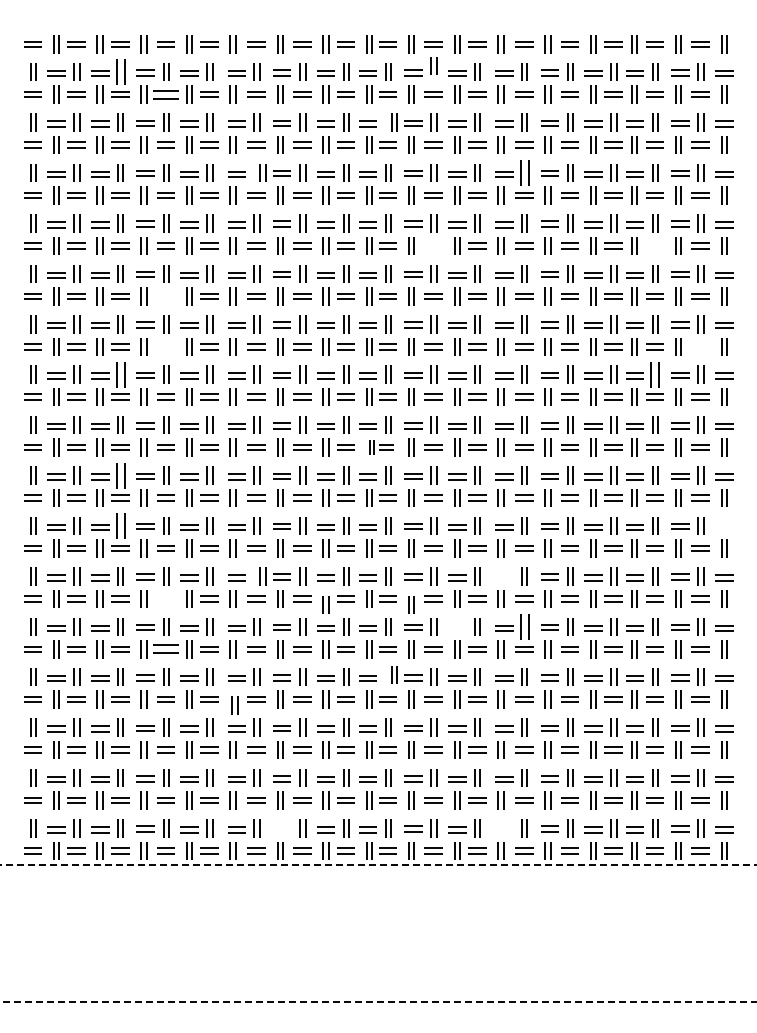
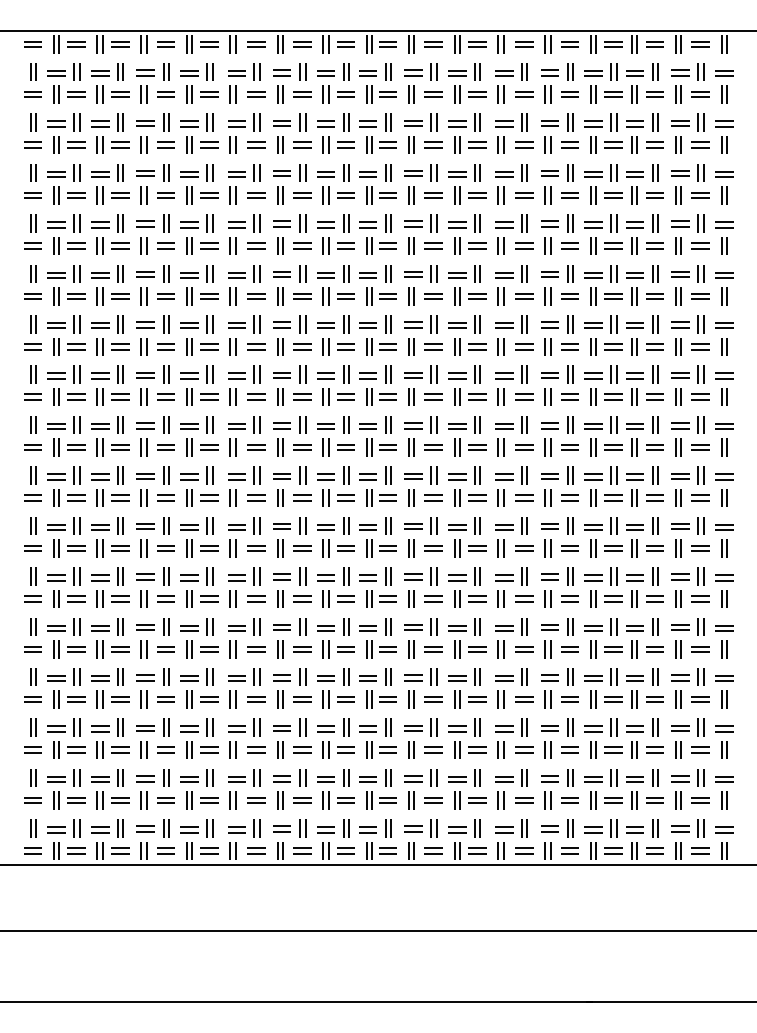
line at (377, 30): none -> present
part at (433, 65) position: (433, 65) -> (433, 71)
part at (120, 71) size: 10x26 px -> 7x18 px
part at (165, 94) size: 26x10 px -> 18x7 px
part at (394, 122) position: (394, 122) -> (388, 122)
part at (262, 172) position: (262, 172) -> (256, 172)
part at (524, 172) size: 10x26 px -> 7x18 px
part at (433, 245): none -> present
part at (654, 245): none -> present
part at (165, 296): none -> present
part at (165, 346): none -> present
part at (700, 346): none -> present
part at (120, 374) size: 10x26 px -> 7x19 px
part at (654, 374) size: 10x26 px -> 7x19 px
part at (381, 447) size: 25x15 px -> 31x19 px
part at (120, 475) size: 10x26 px -> 7x19 px
part at (120, 525) size: 10x26 px -> 7x18 px
part at (724, 527): none -> present
part at (262, 576) position: (262, 576) -> (256, 576)
part at (504, 577): none -> present
part at (165, 598): none -> present
part at (325, 604) position: (325, 604) -> (325, 598)
part at (411, 604) position: (411, 604) -> (411, 598)
part at (524, 626) size: 10x26 px -> 7x18 px
part at (457, 628): none -> present
part at (165, 648) size: 26x10 px -> 18x7 px
part at (394, 674) position: (394, 674) -> (388, 676)
part at (234, 705) position: (234, 705) -> (232, 699)
part at (281, 828): none -> present
part at (504, 829): none -> present
line at (378, 864): dashed -> solid
line at (377, 930): none -> present
line at (378, 1002): dashed -> solid
